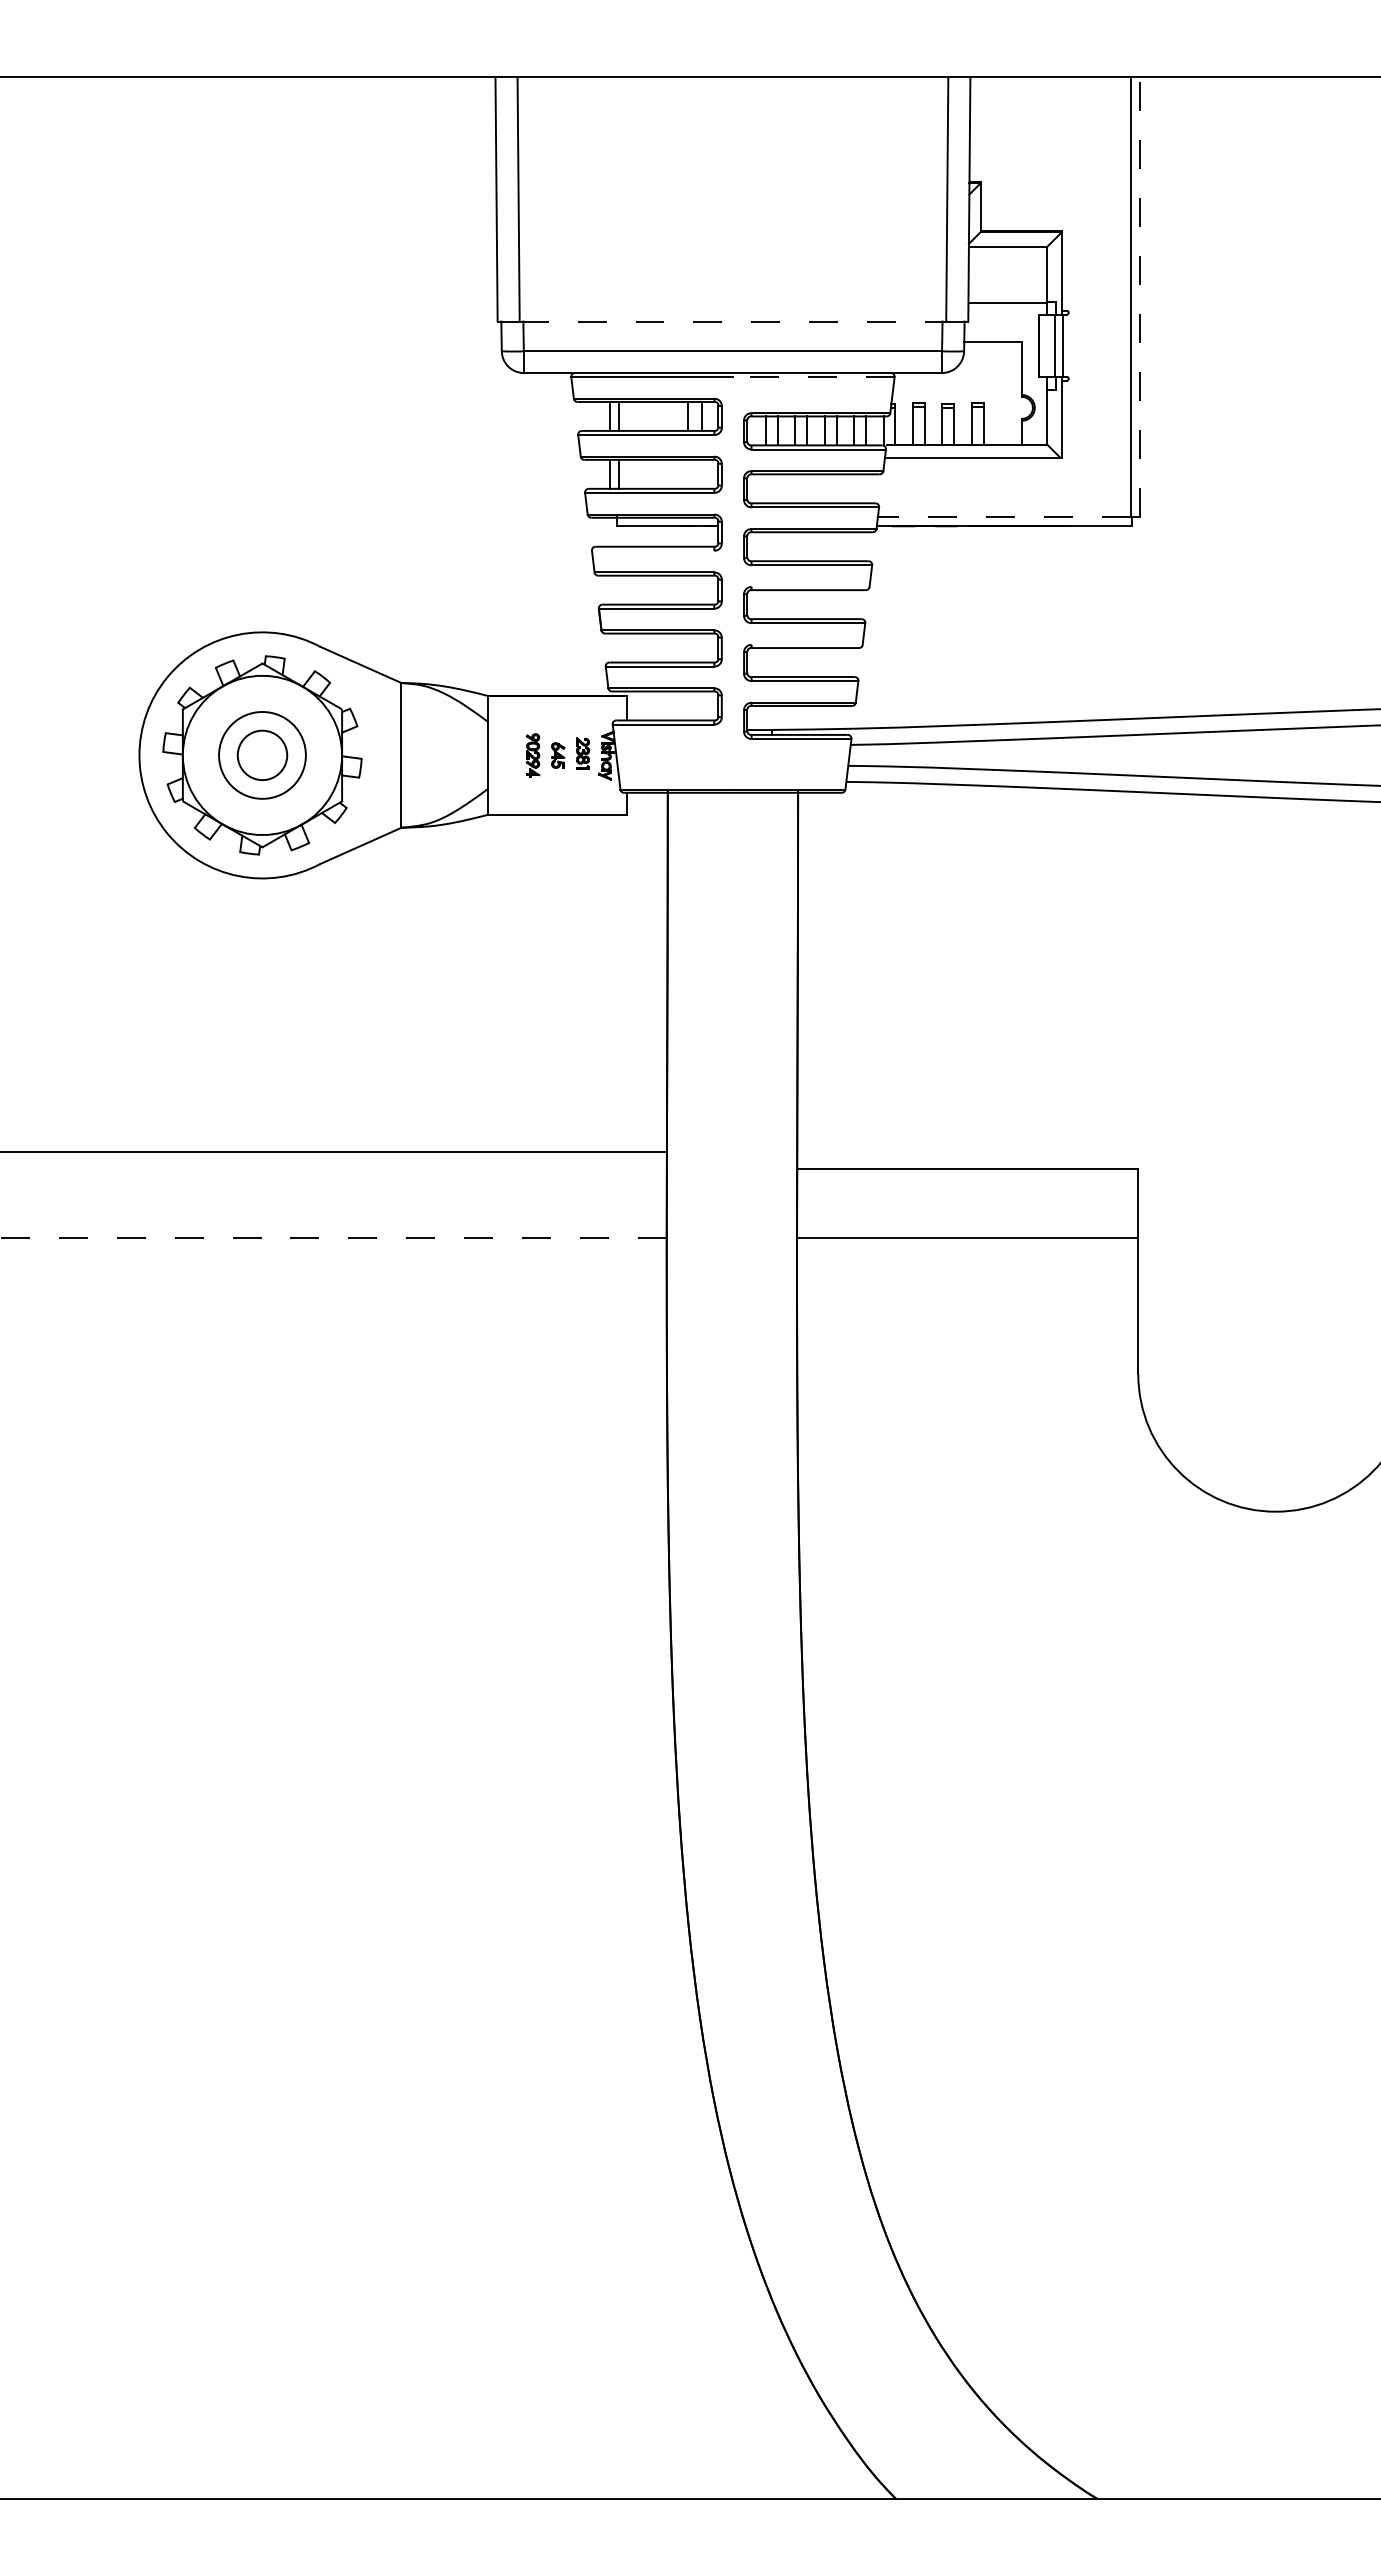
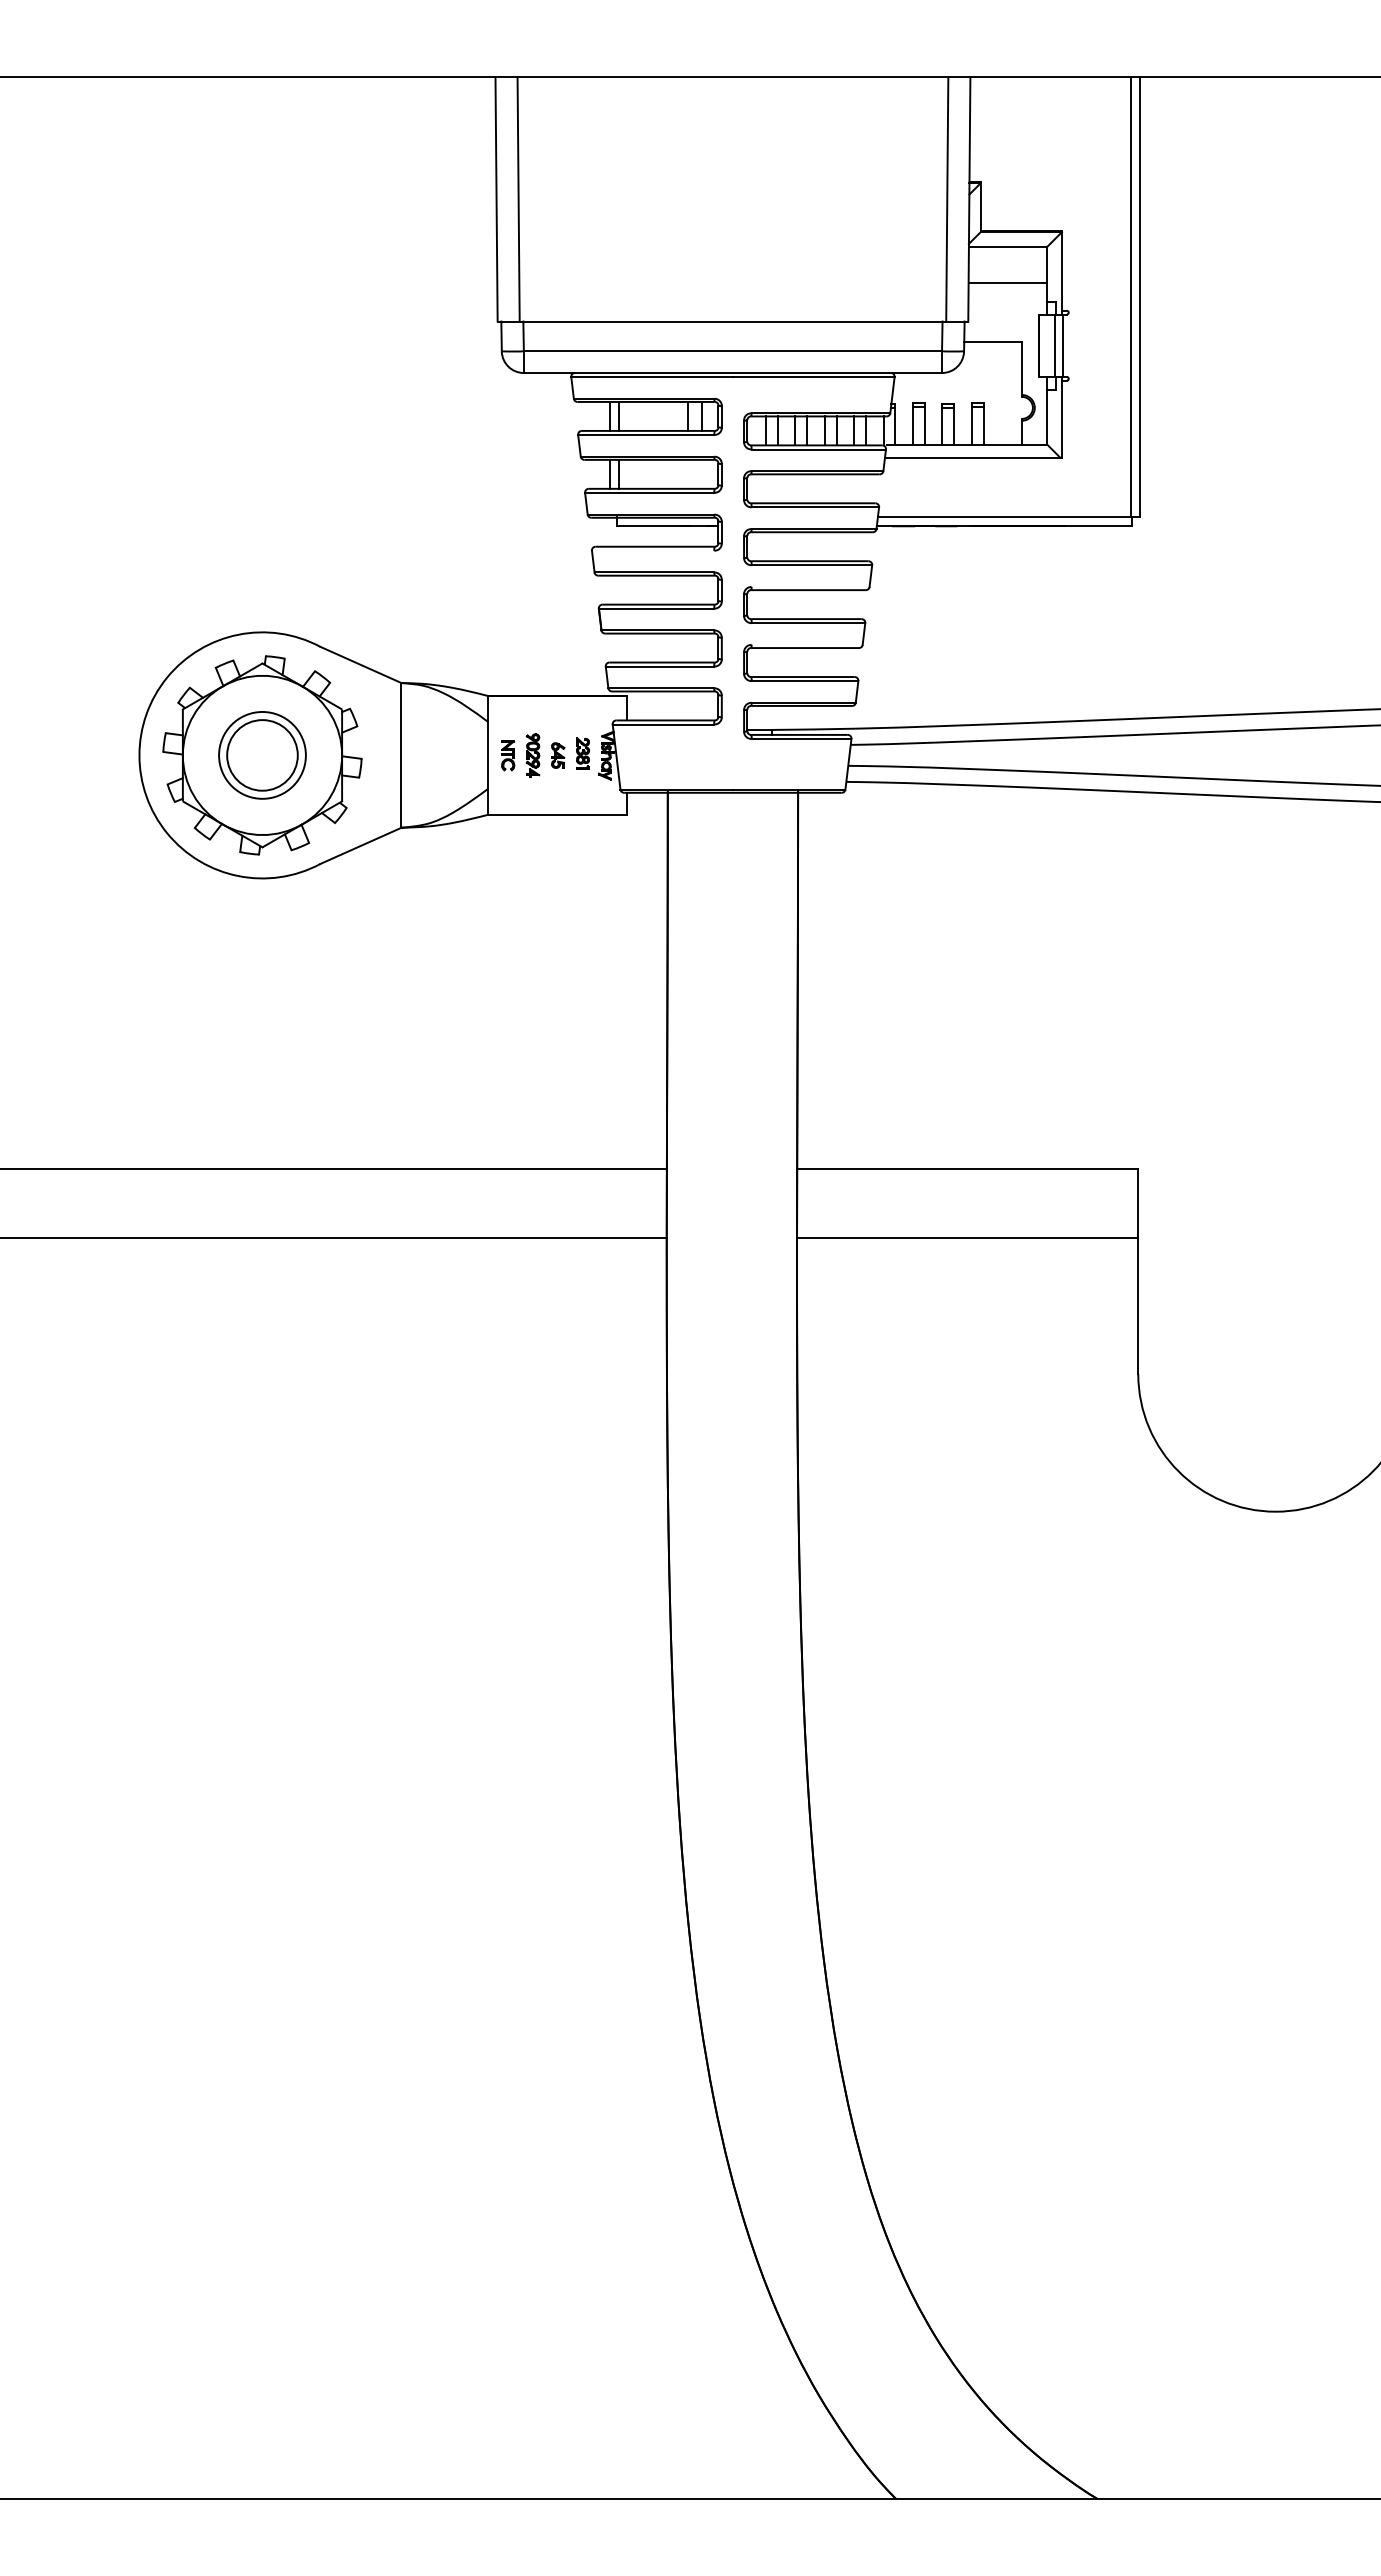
line at (1139, 297): dashed -> solid
line at (1007, 302) position: (1007, 302) -> (1007, 282)
line at (733, 321): dashed -> solid
line at (813, 377): dashed -> solid
line at (1003, 516): dashed -> solid
circle at (262, 755) diameter: 49 px -> 71 px
part at (508, 755): none -> present
line at (334, 1151) position: (334, 1151) -> (334, 1168)
line at (333, 1237): dashed -> solid
